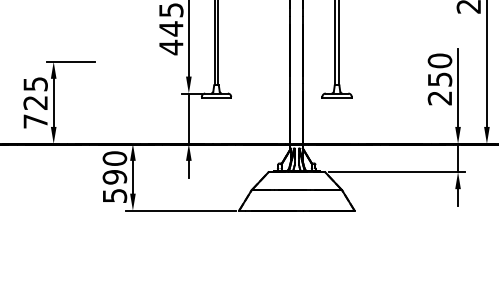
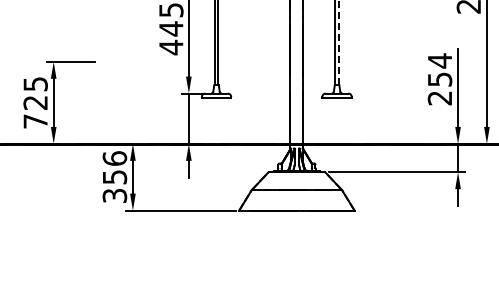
line at (339, 42): solid -> dashed
text at (439, 60): 250 -> 254
text at (114, 176): 590 -> 356
